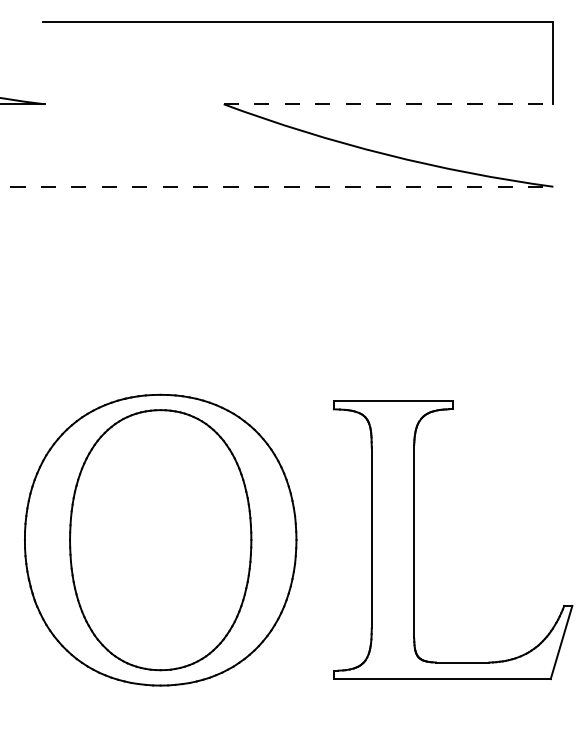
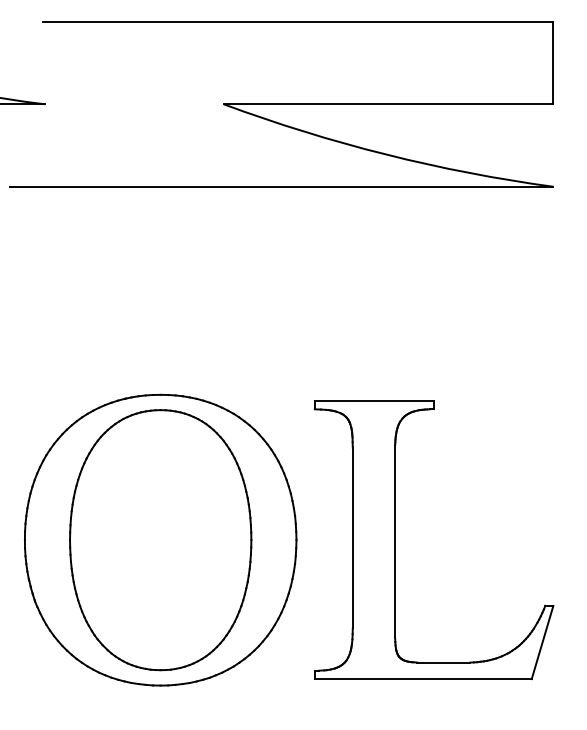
line at (388, 104): dashed -> solid
line at (281, 186): dashed -> solid
part at (414, 539) position: (414, 539) -> (395, 539)
